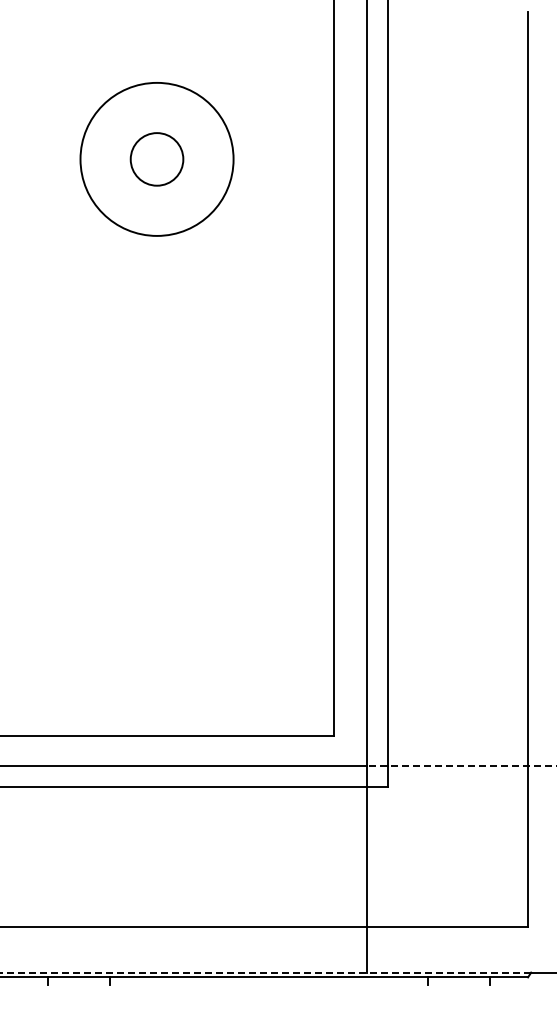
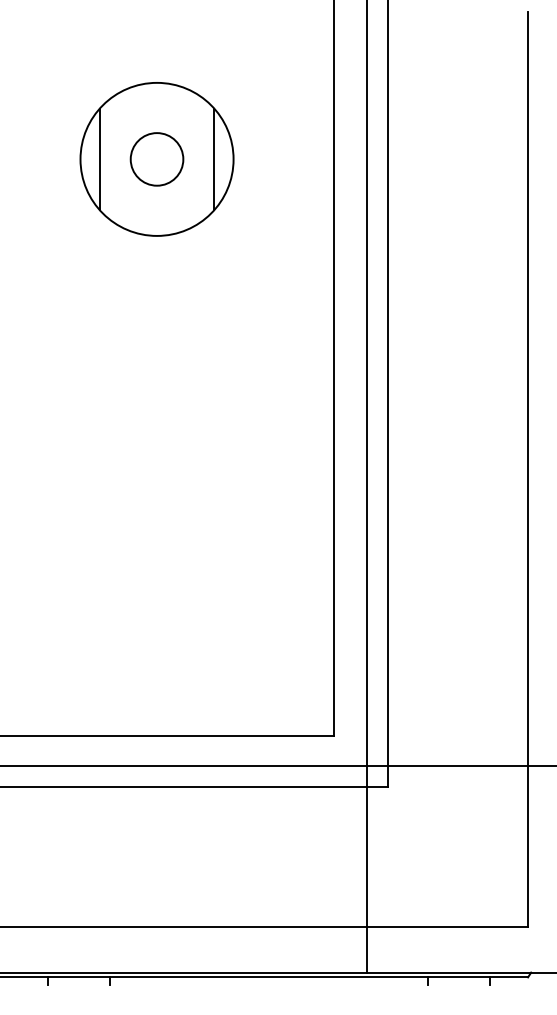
line at (99, 159): none -> present
line at (214, 159): none -> present
line at (461, 765): dashed -> solid
line at (264, 972): dashed -> solid
